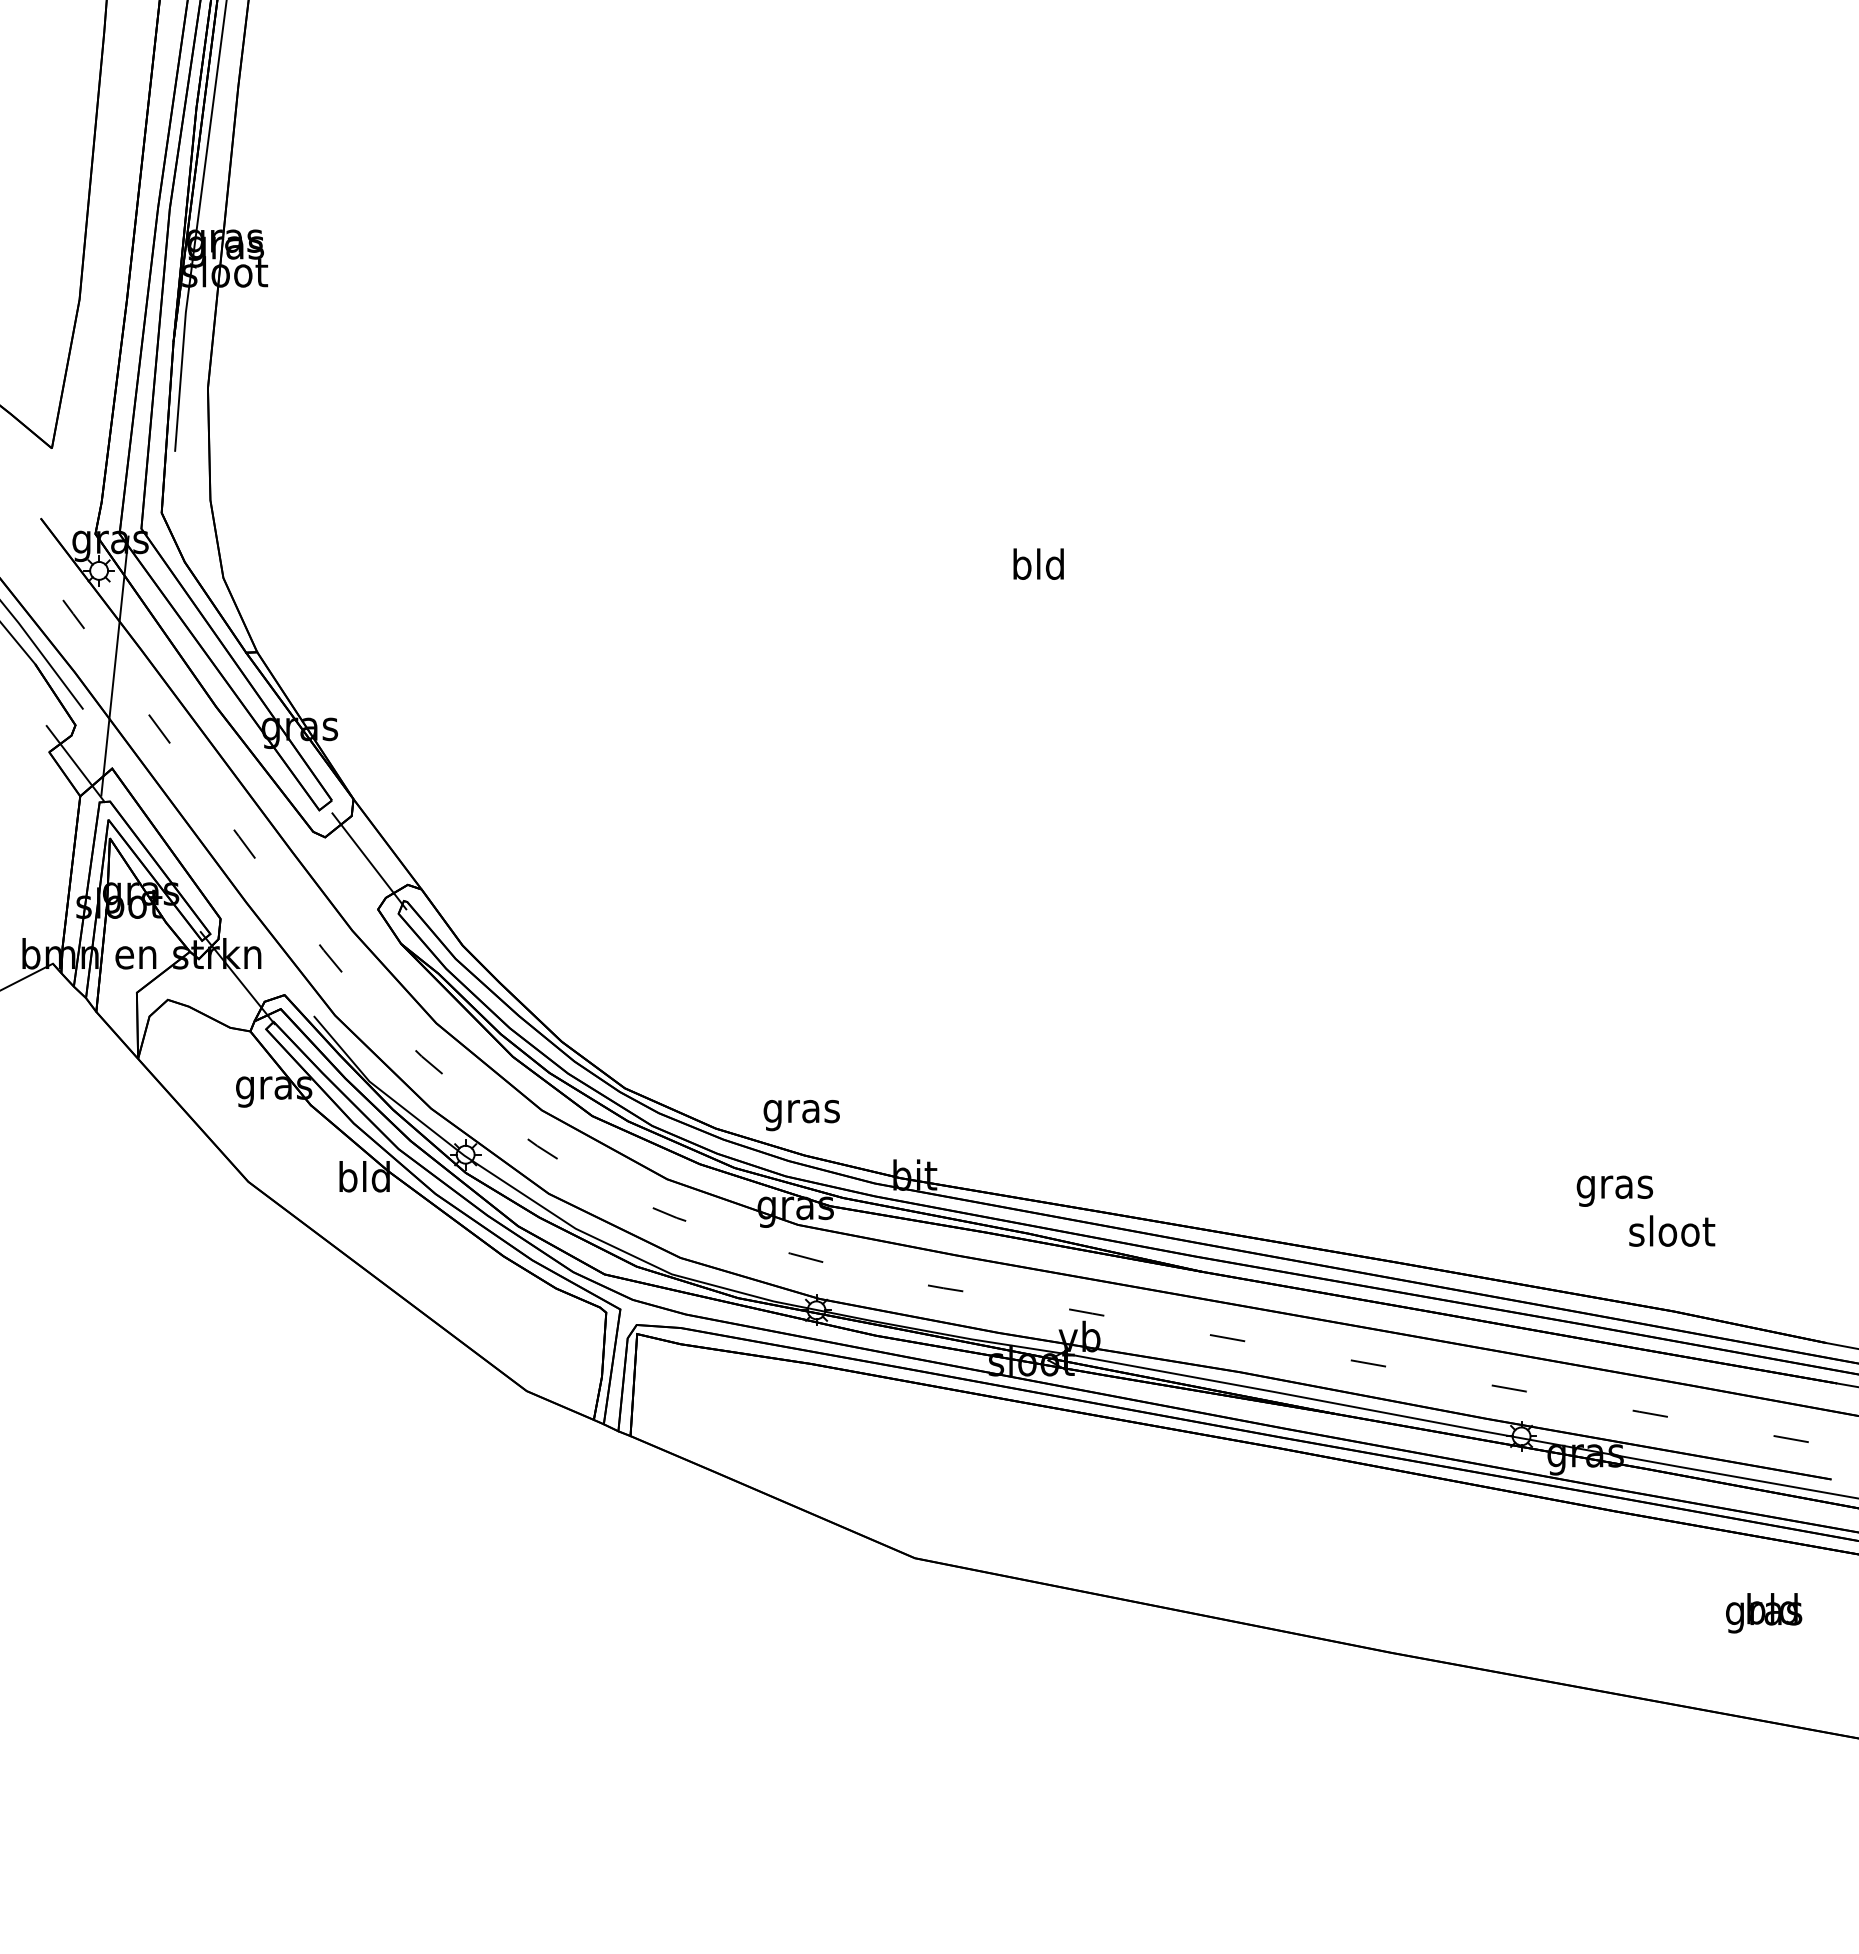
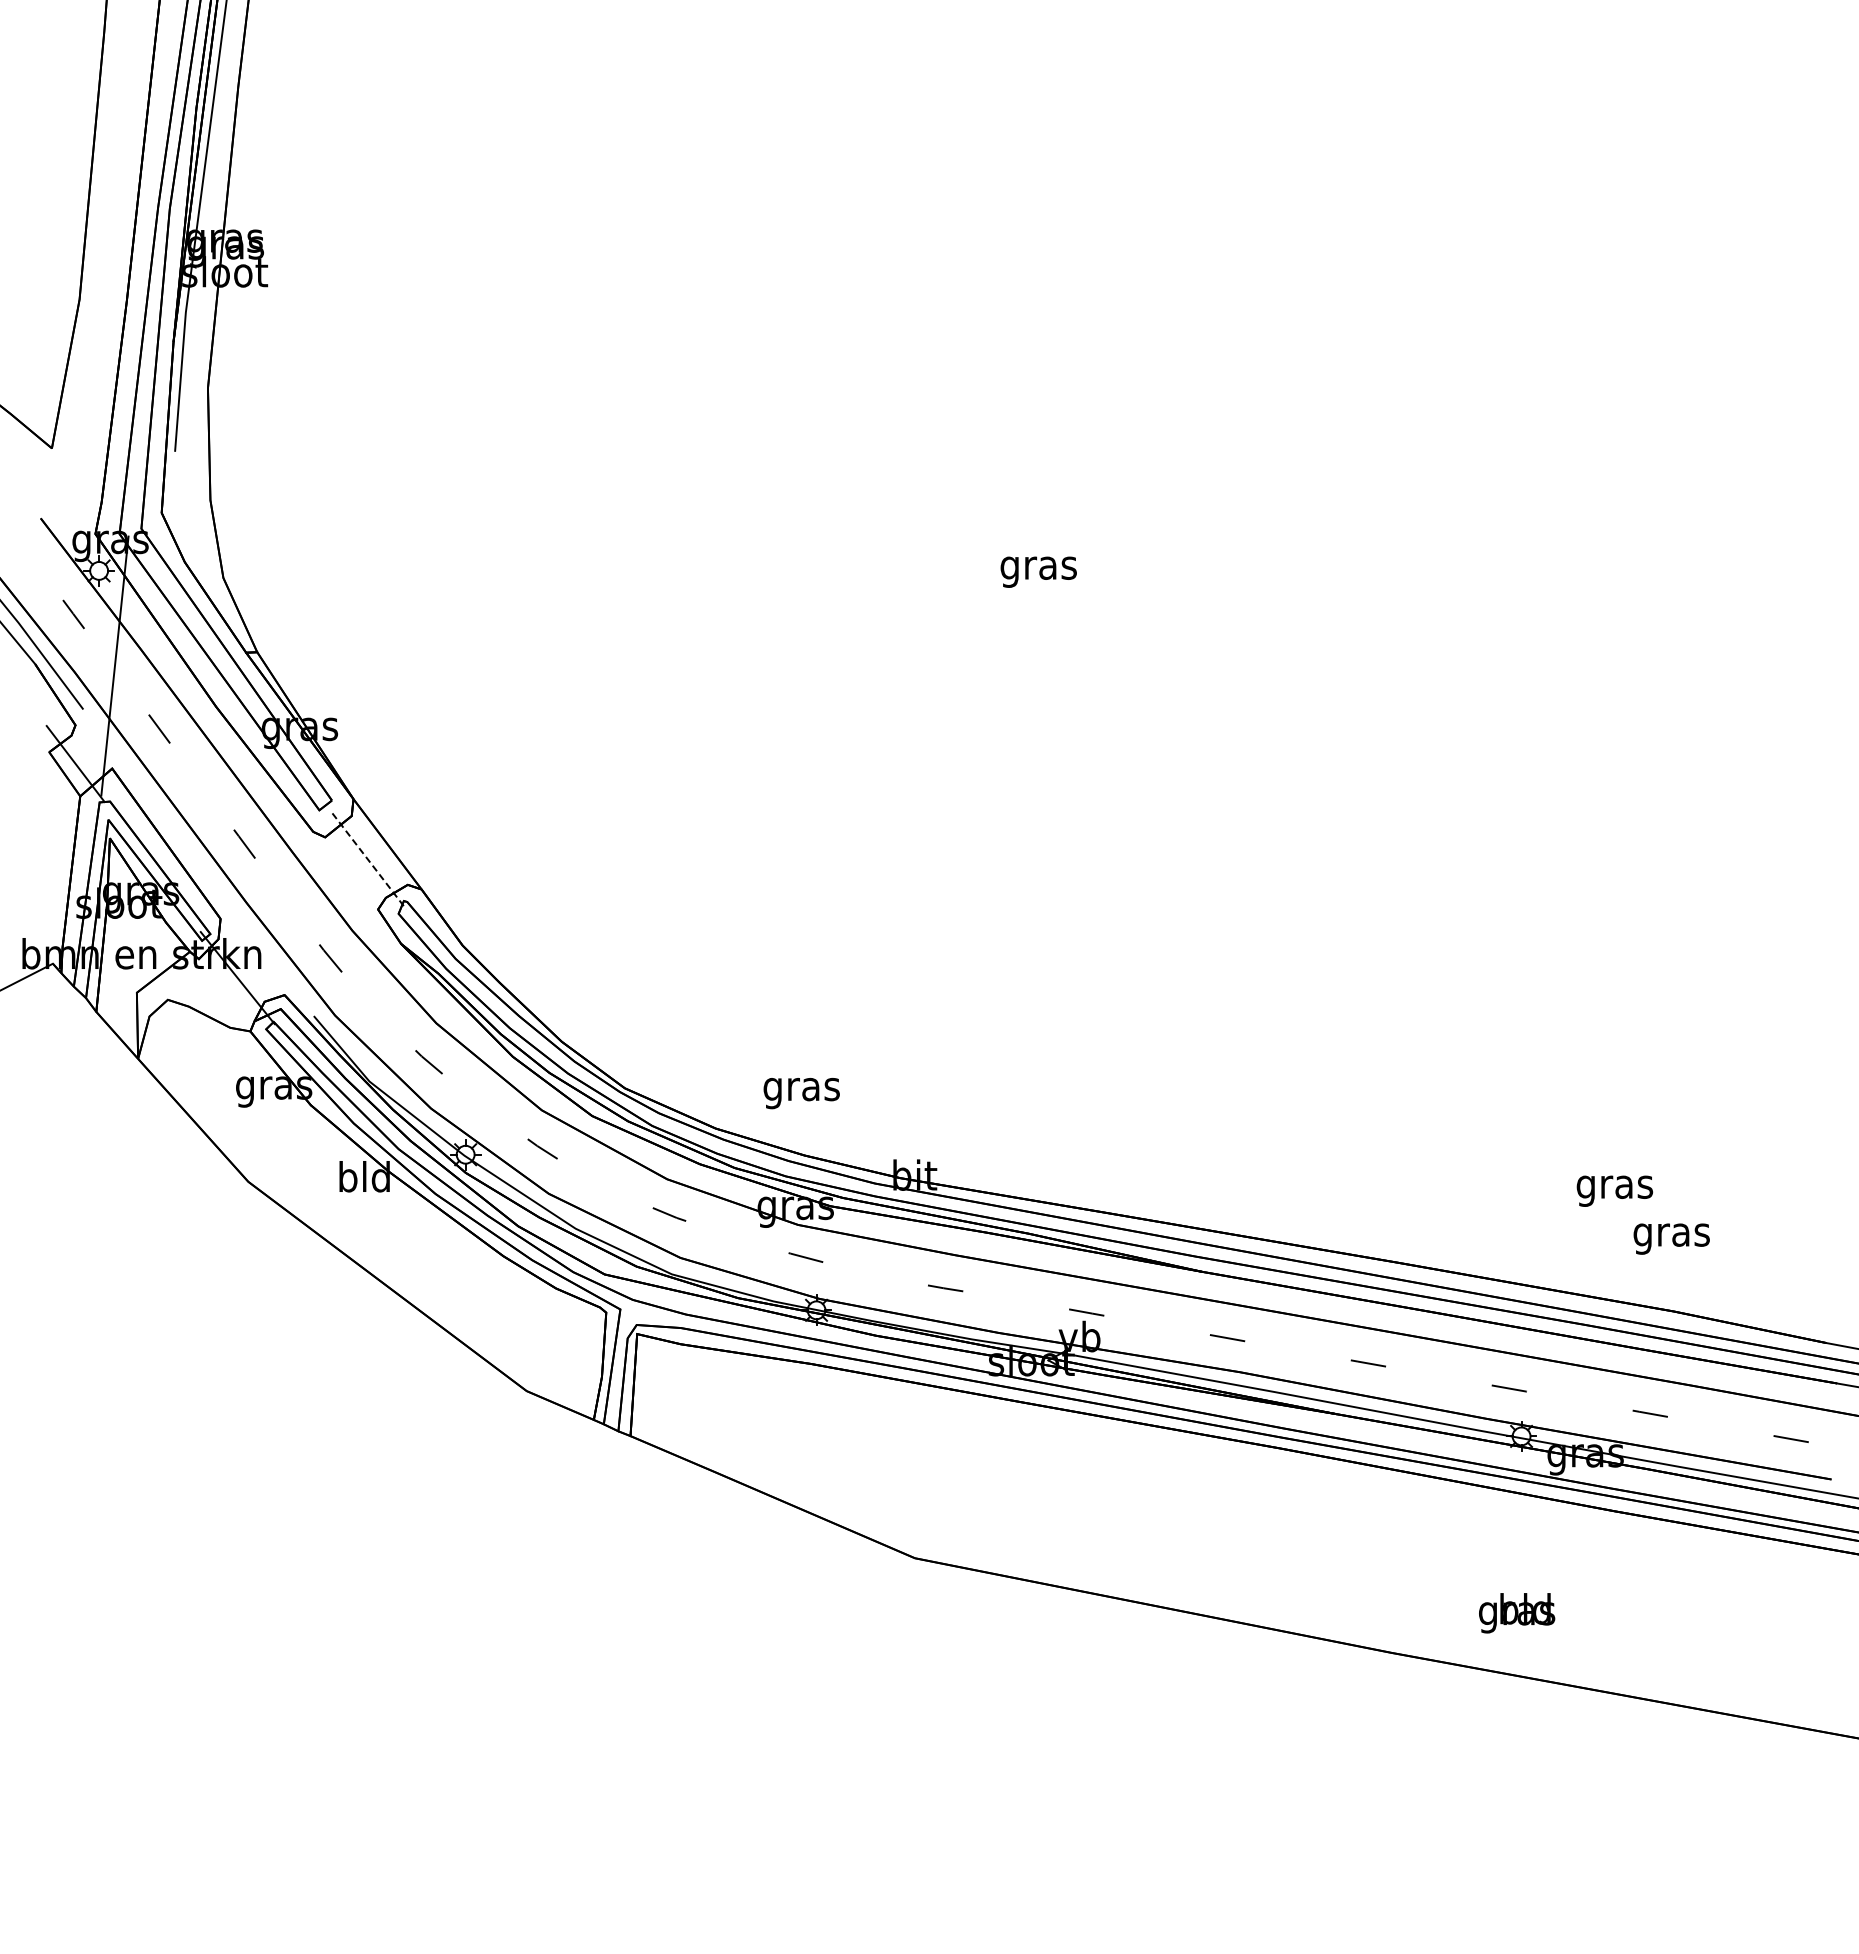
text at (1038, 567): bld -> gras
line at (369, 861): solid -> dashed
text at (801, 1115) position: (801, 1115) -> (801, 1093)
text at (1672, 1234): sloot -> gras
text at (1764, 1613) position: (1764, 1613) -> (1517, 1613)
